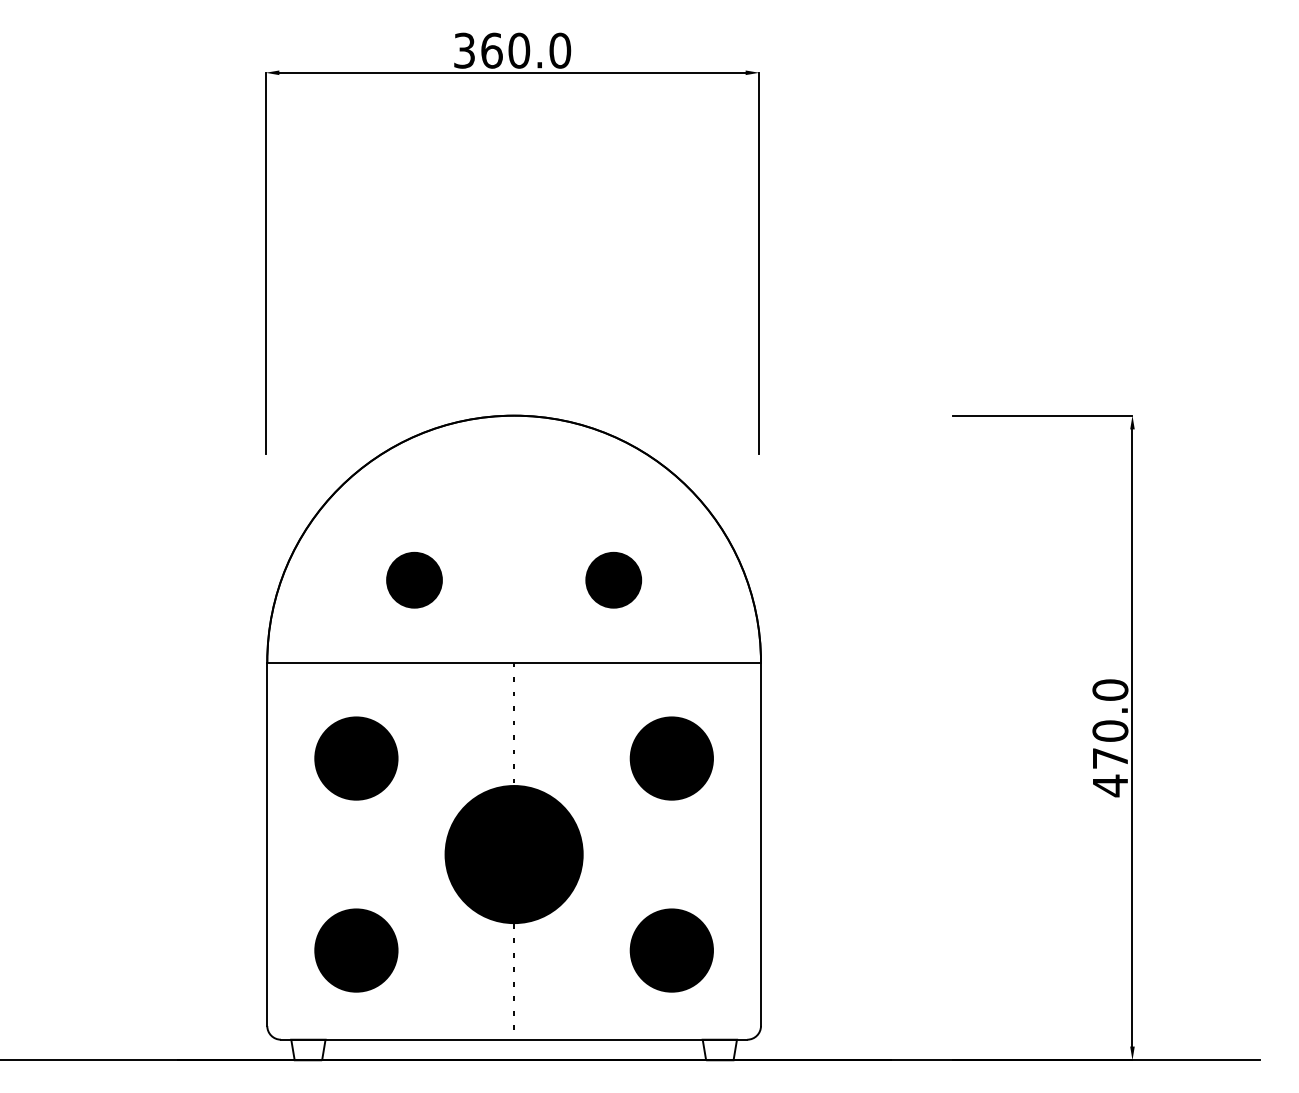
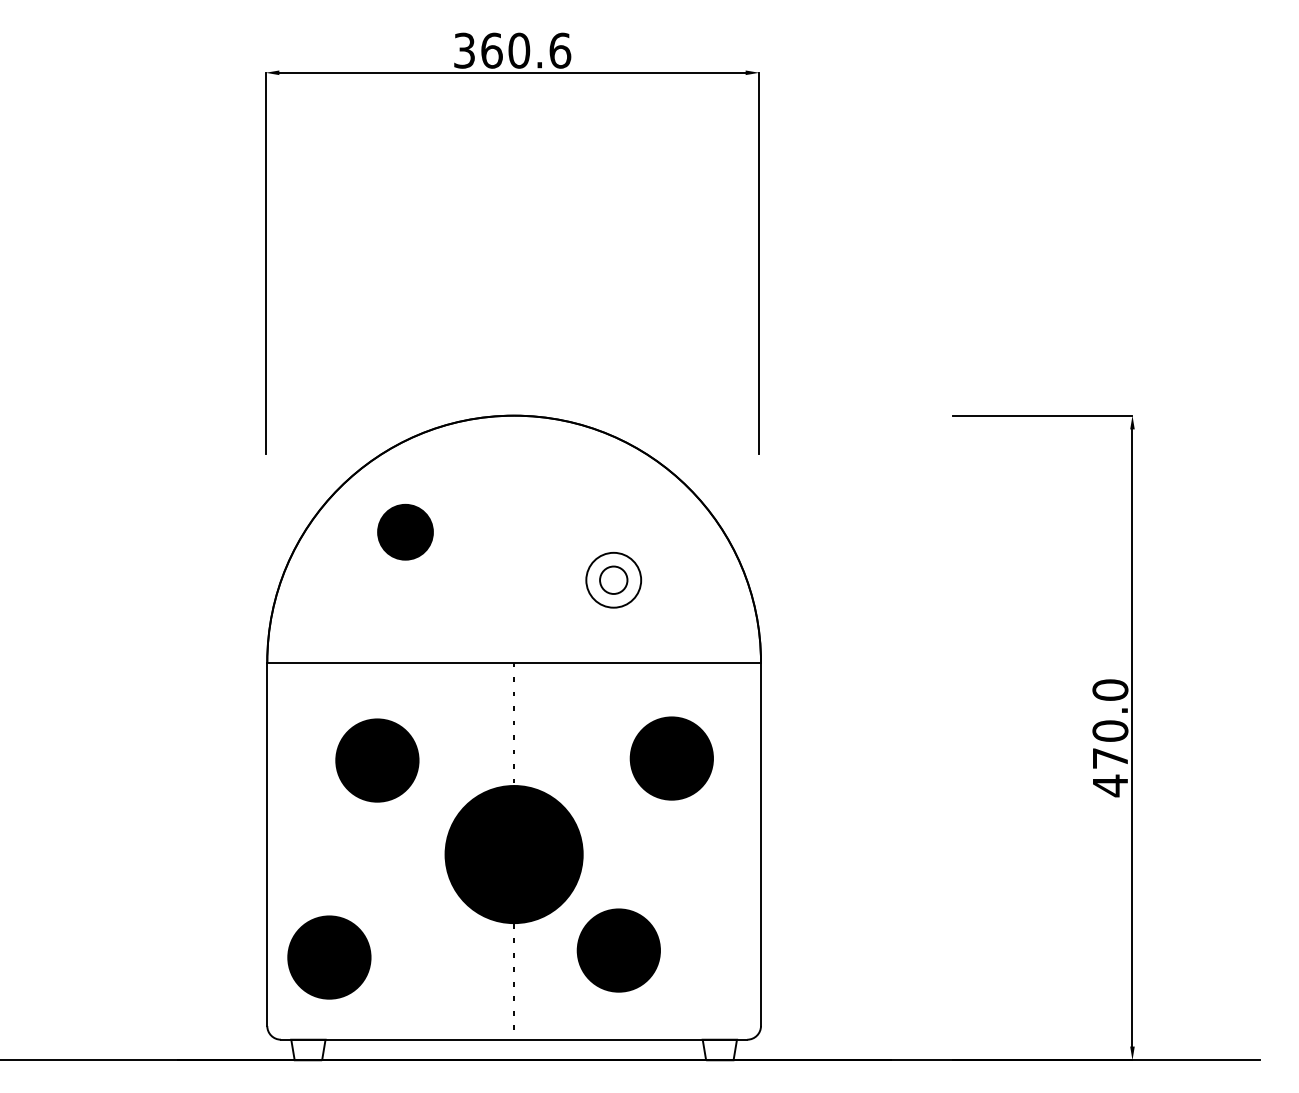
text at (560, 50): 360.0 -> 360.6
fill at (613, 579): present -> none
fill at (613, 579): present -> none
part at (414, 580) position: (414, 580) -> (405, 532)
part at (356, 758) position: (356, 758) -> (377, 760)
part at (356, 950) position: (356, 950) -> (329, 957)
part at (671, 950) position: (671, 950) -> (618, 950)
